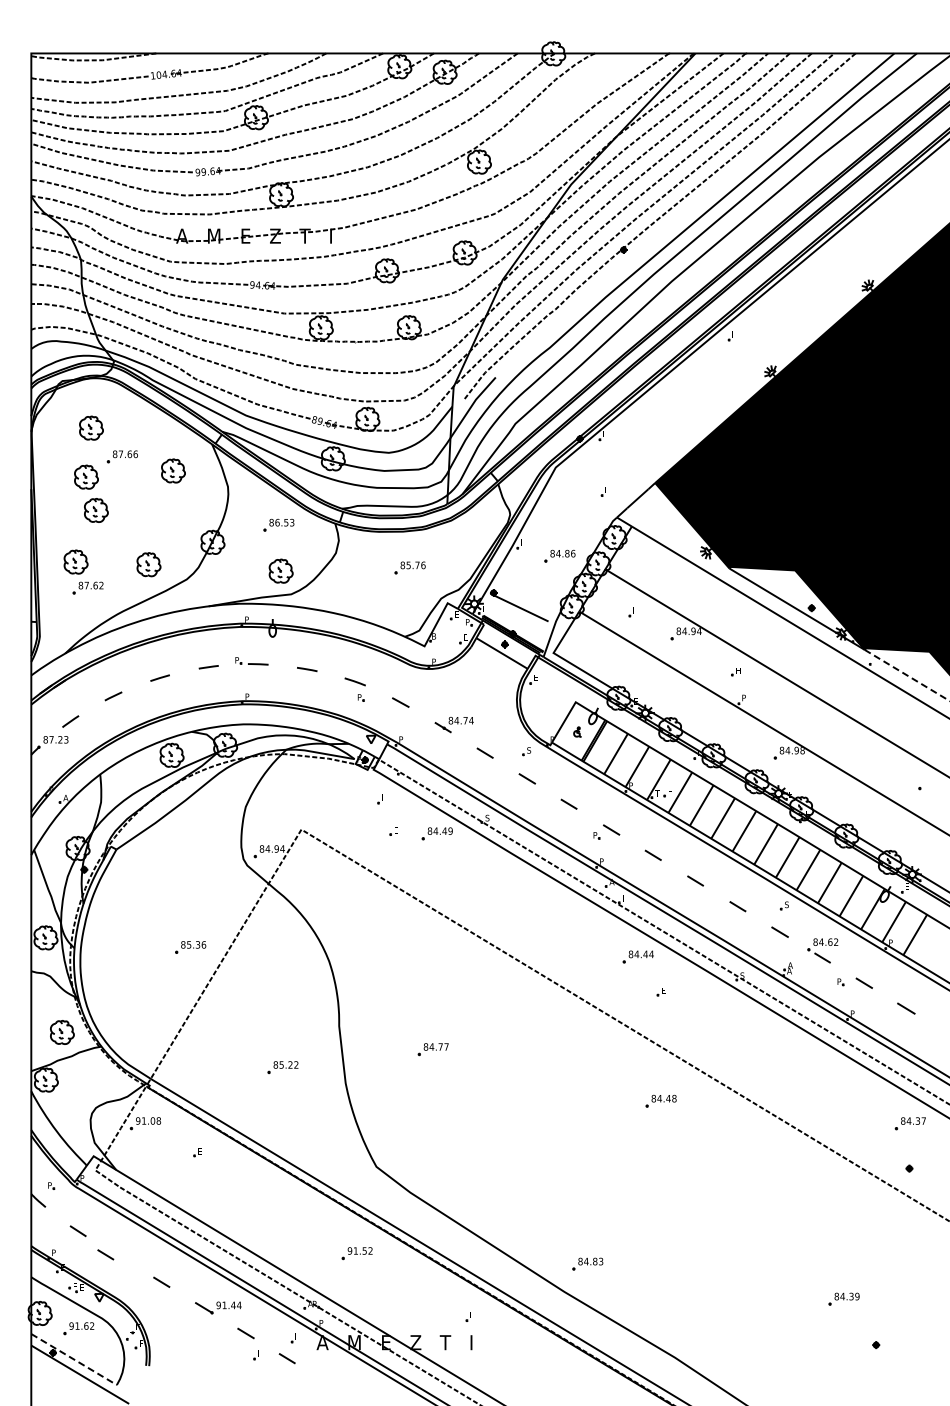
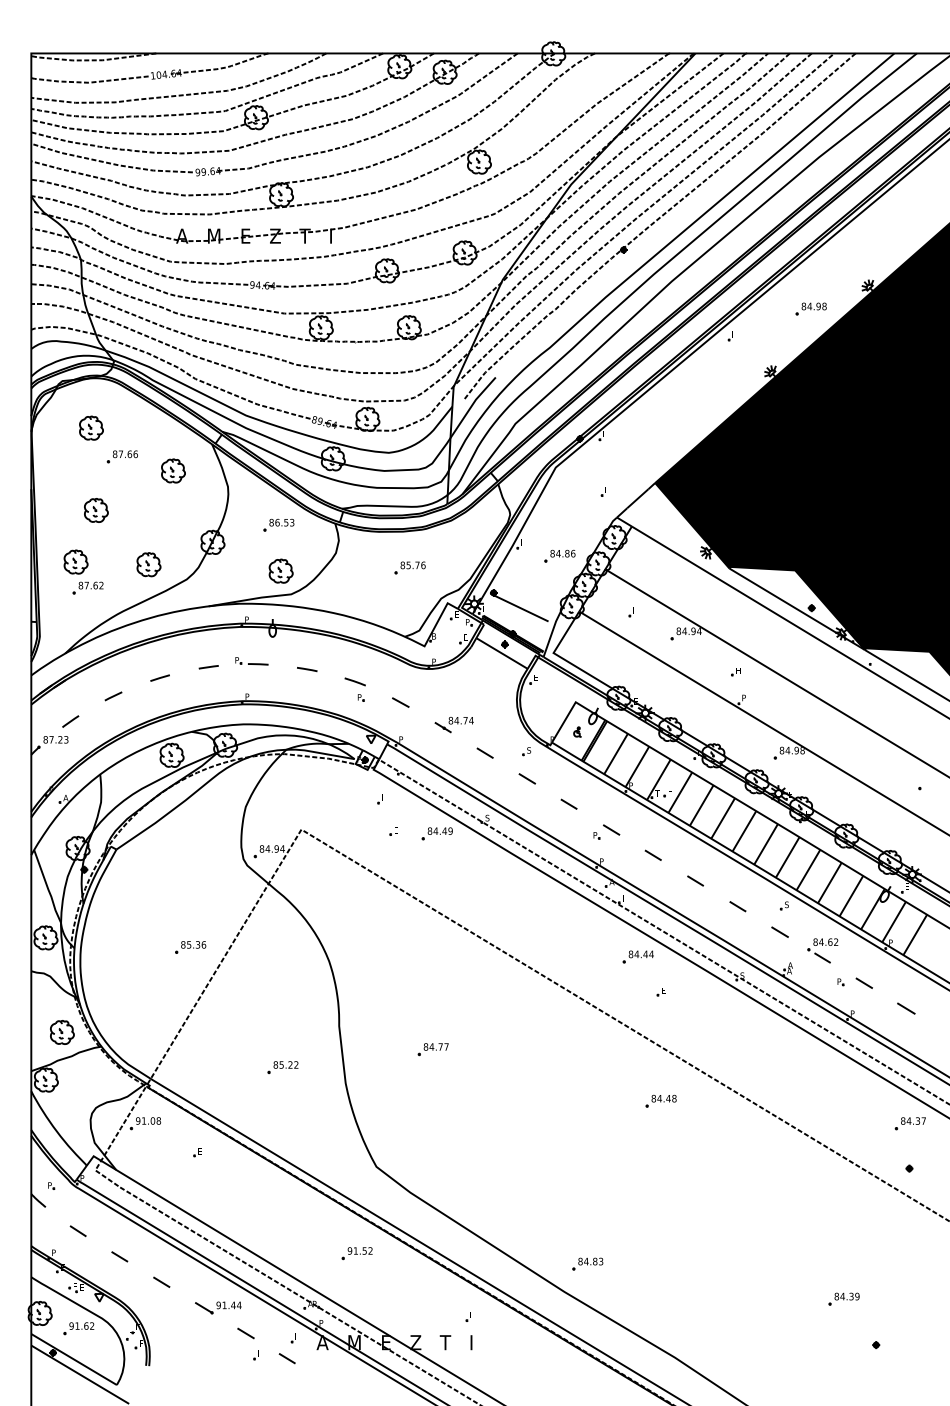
part at (810, 308): none -> present
part at (86, 476): present -> none
line at (907, 675): dashed -> solid
line at (105, 1254) position: (105, 1254) -> (119, 1256)
line at (74, 1359): dashed -> solid
